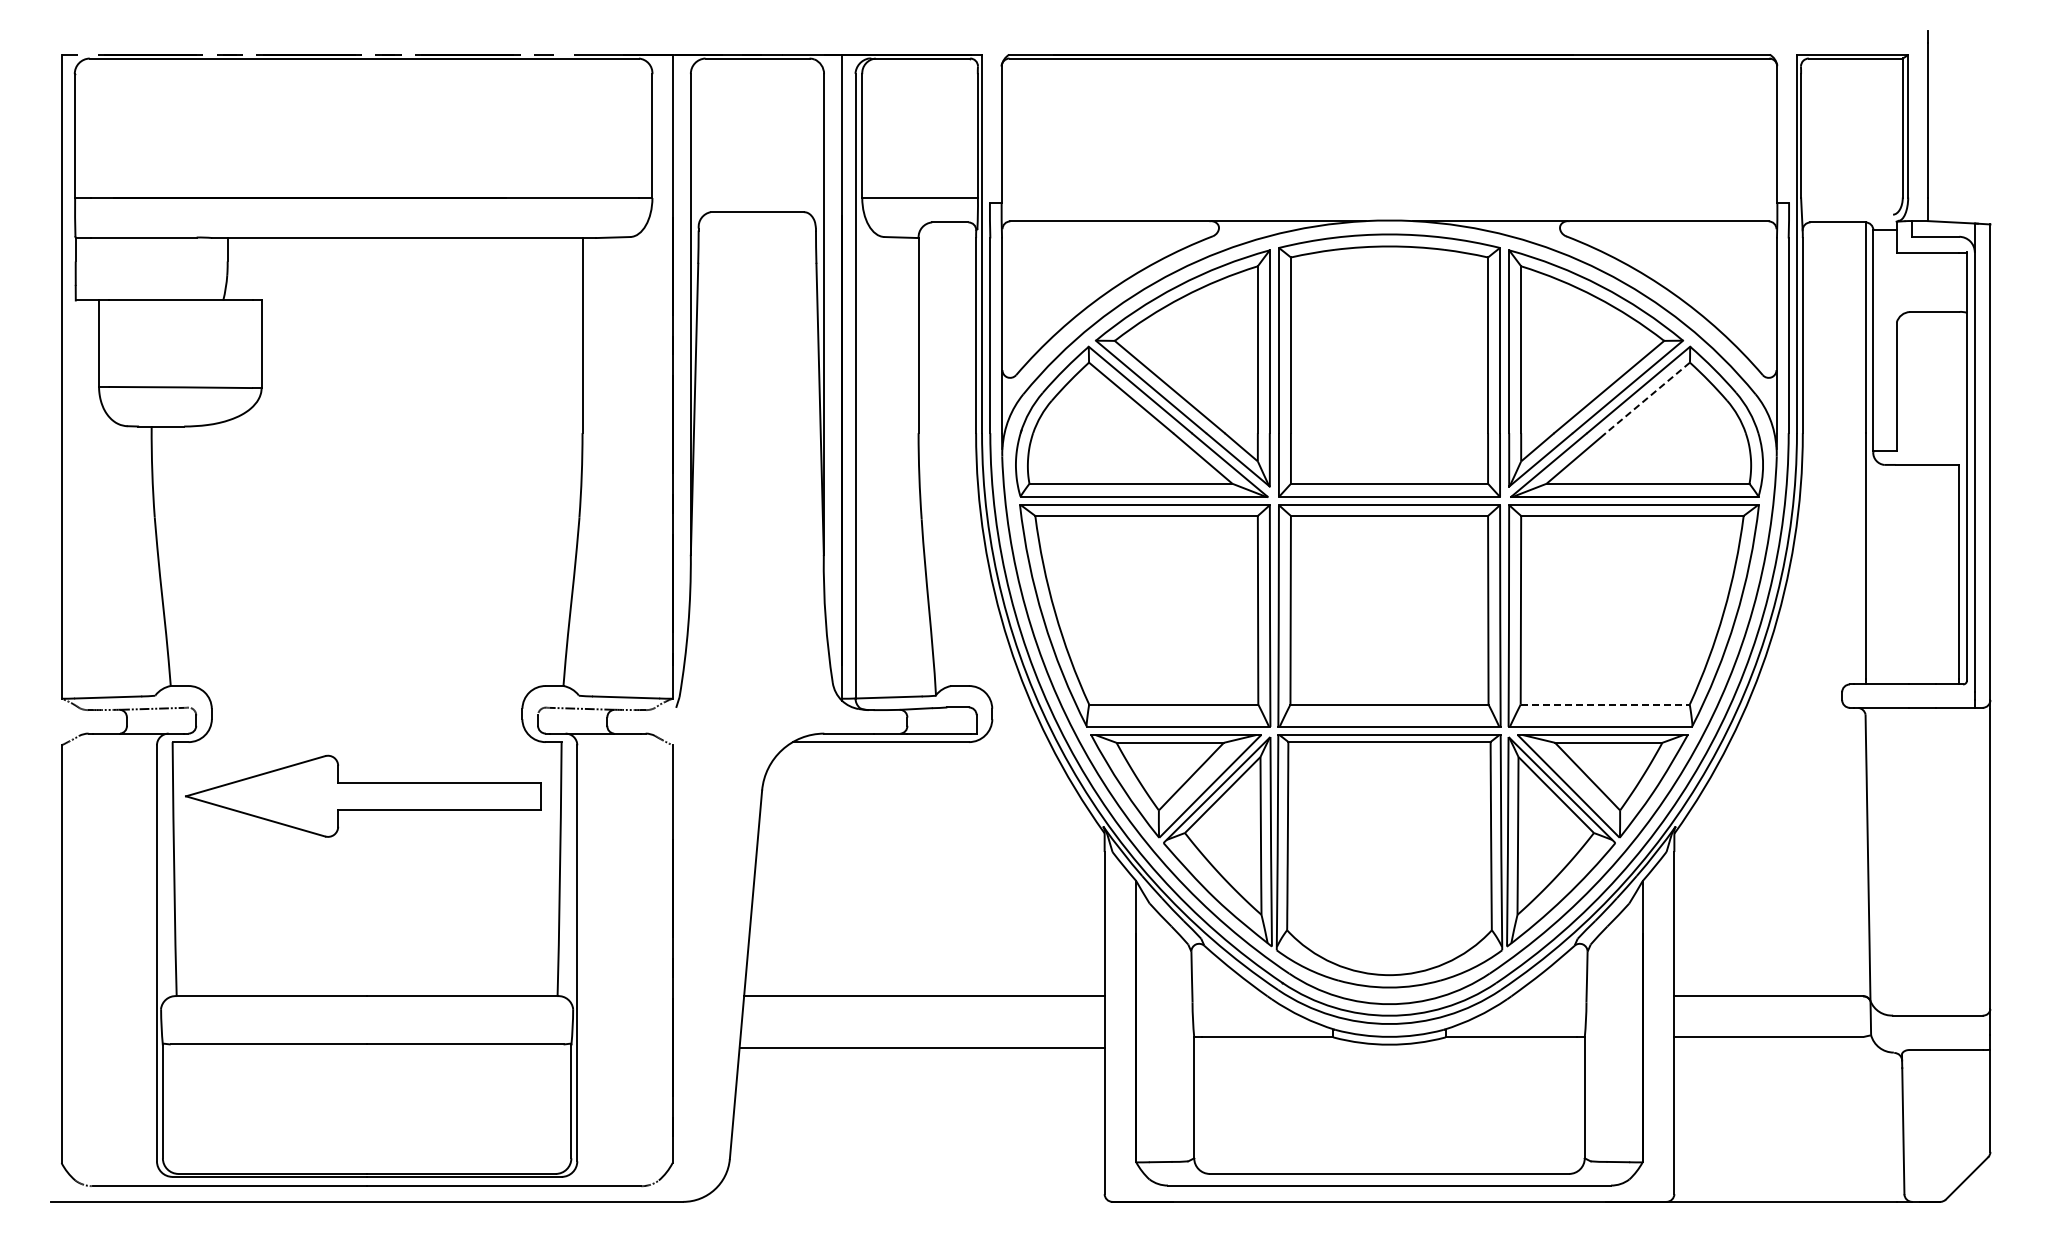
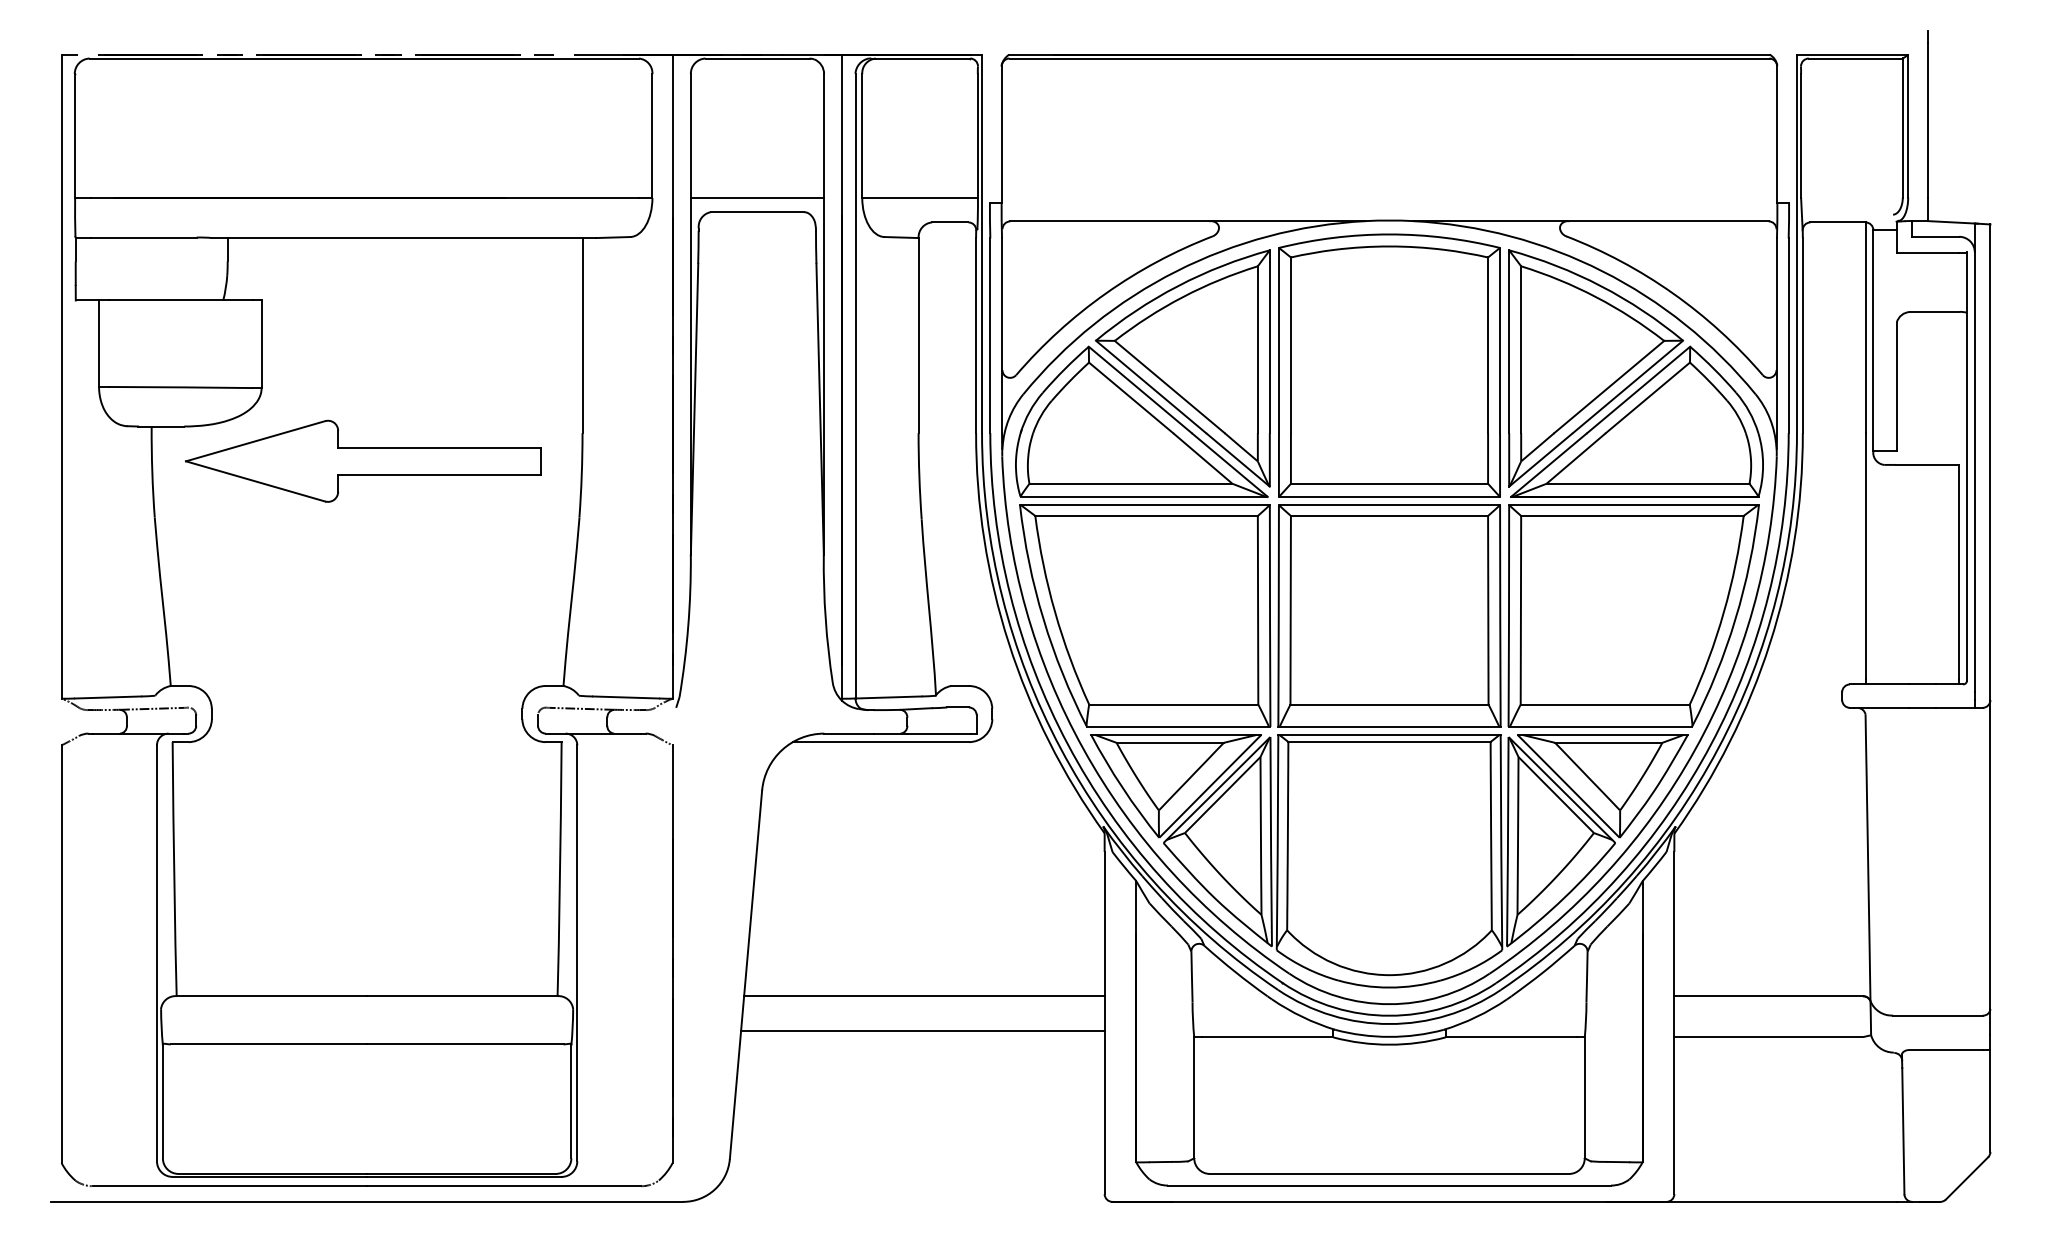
line at (756, 198): none -> present
line at (1647, 397): dashed -> solid
line at (1605, 704): dashed -> solid
part at (363, 795) position: (363, 795) -> (363, 460)
line at (922, 1047) position: (922, 1047) -> (922, 1030)
